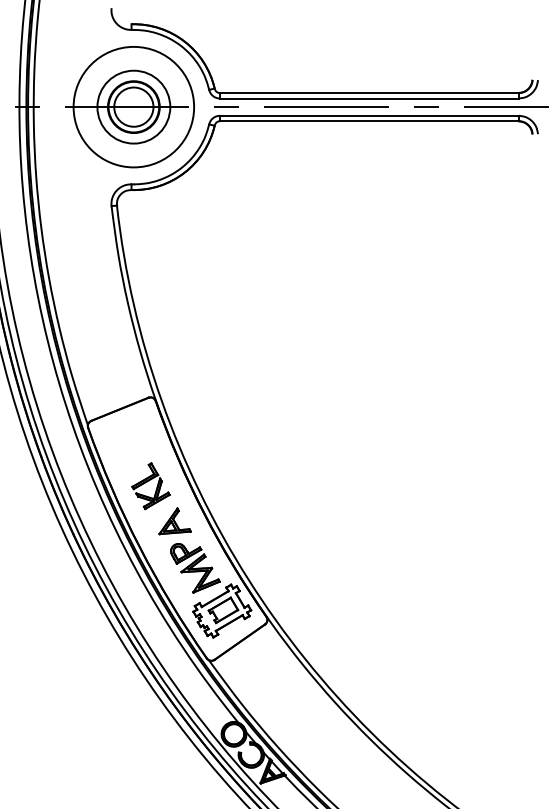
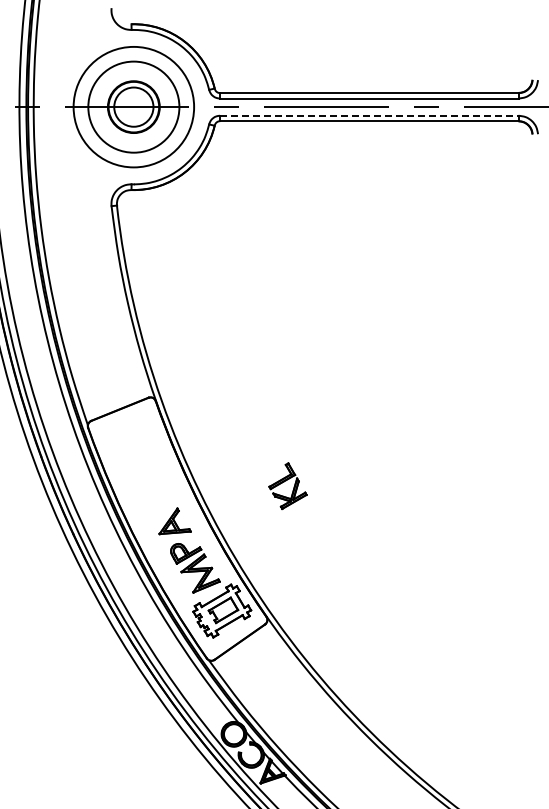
circle at (133, 106) diameter: 73 px -> 91 px
line at (369, 115): solid -> dashed
part at (150, 486) position: (150, 486) -> (287, 486)
